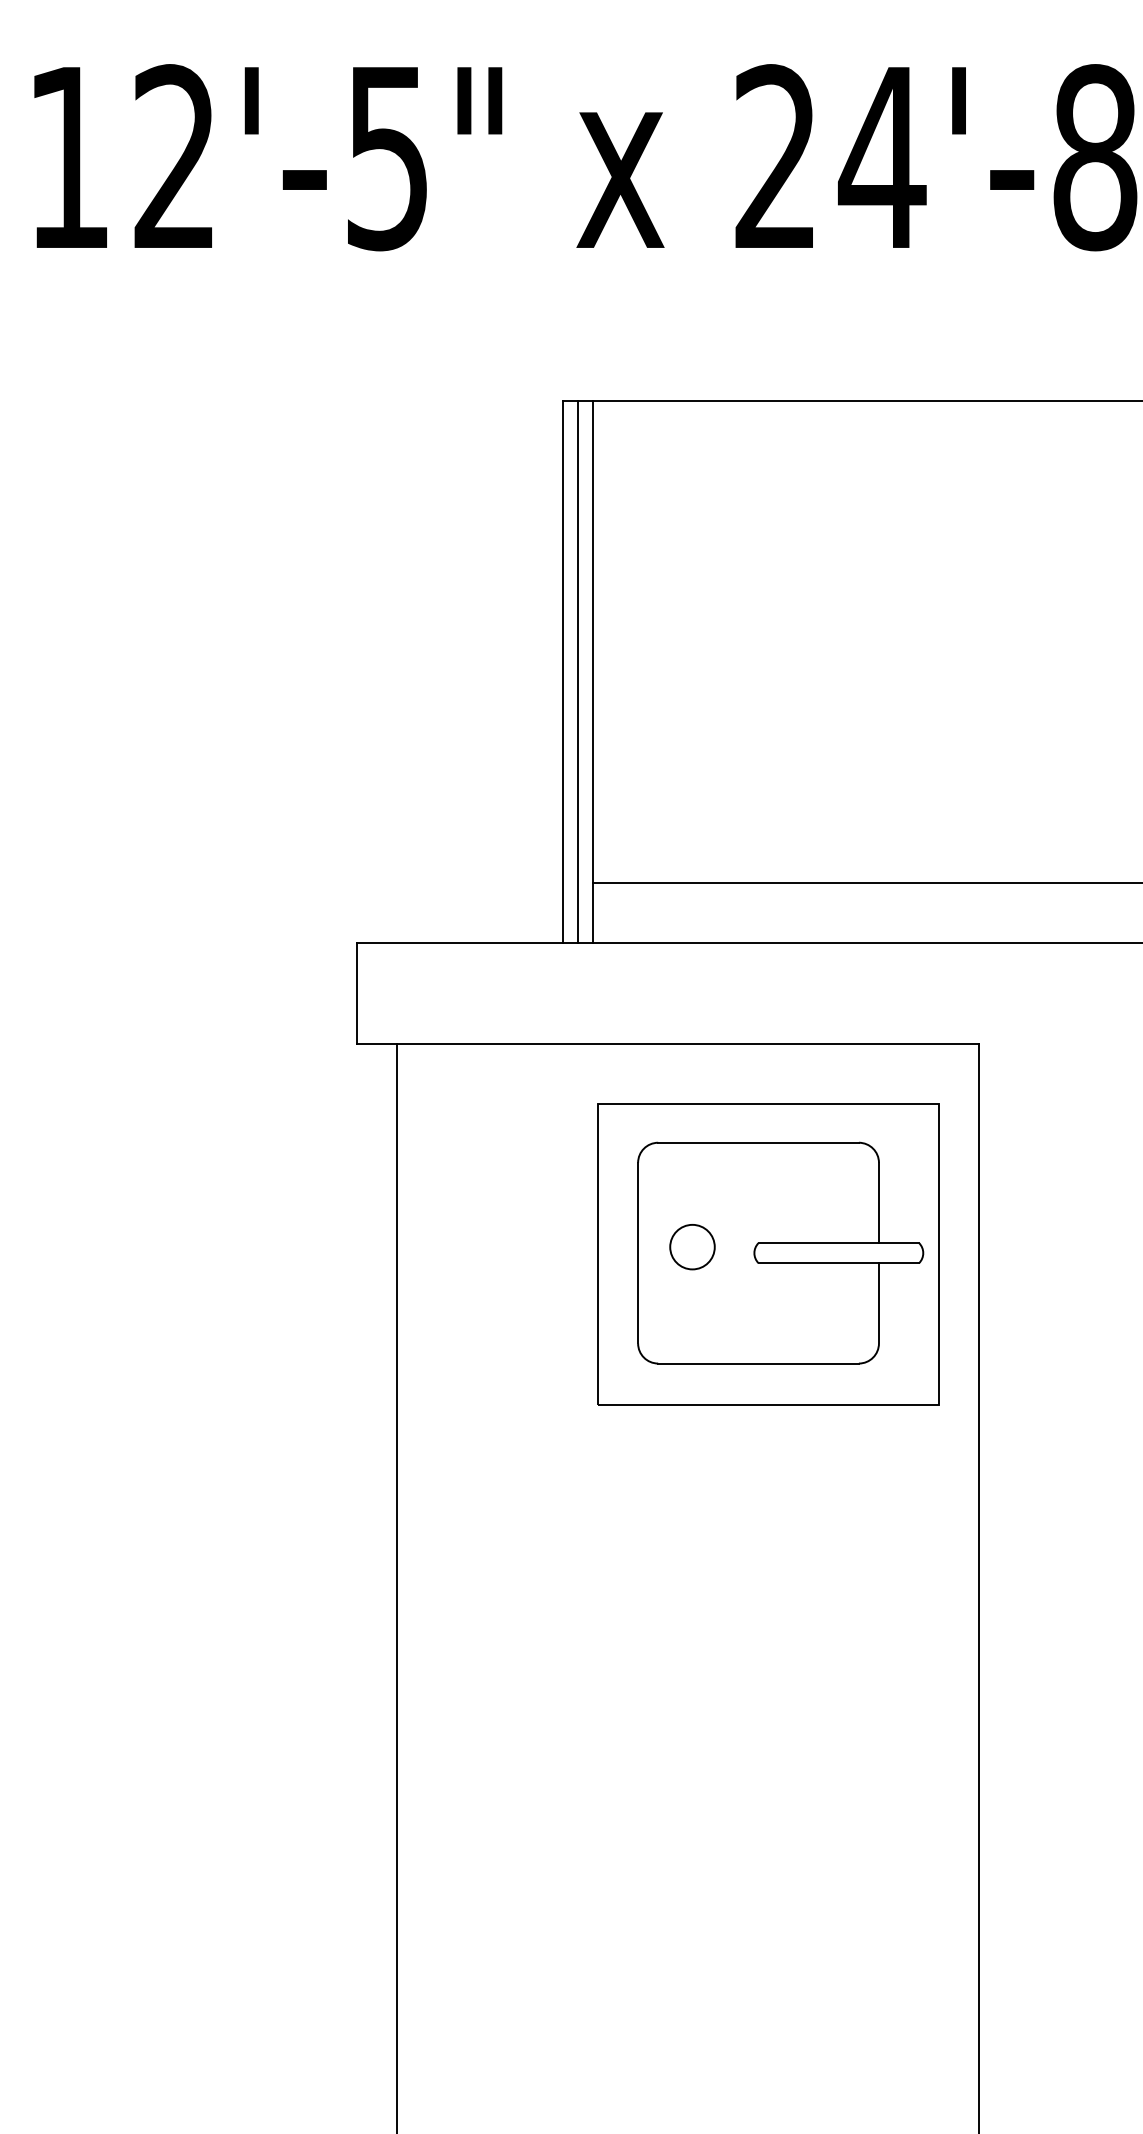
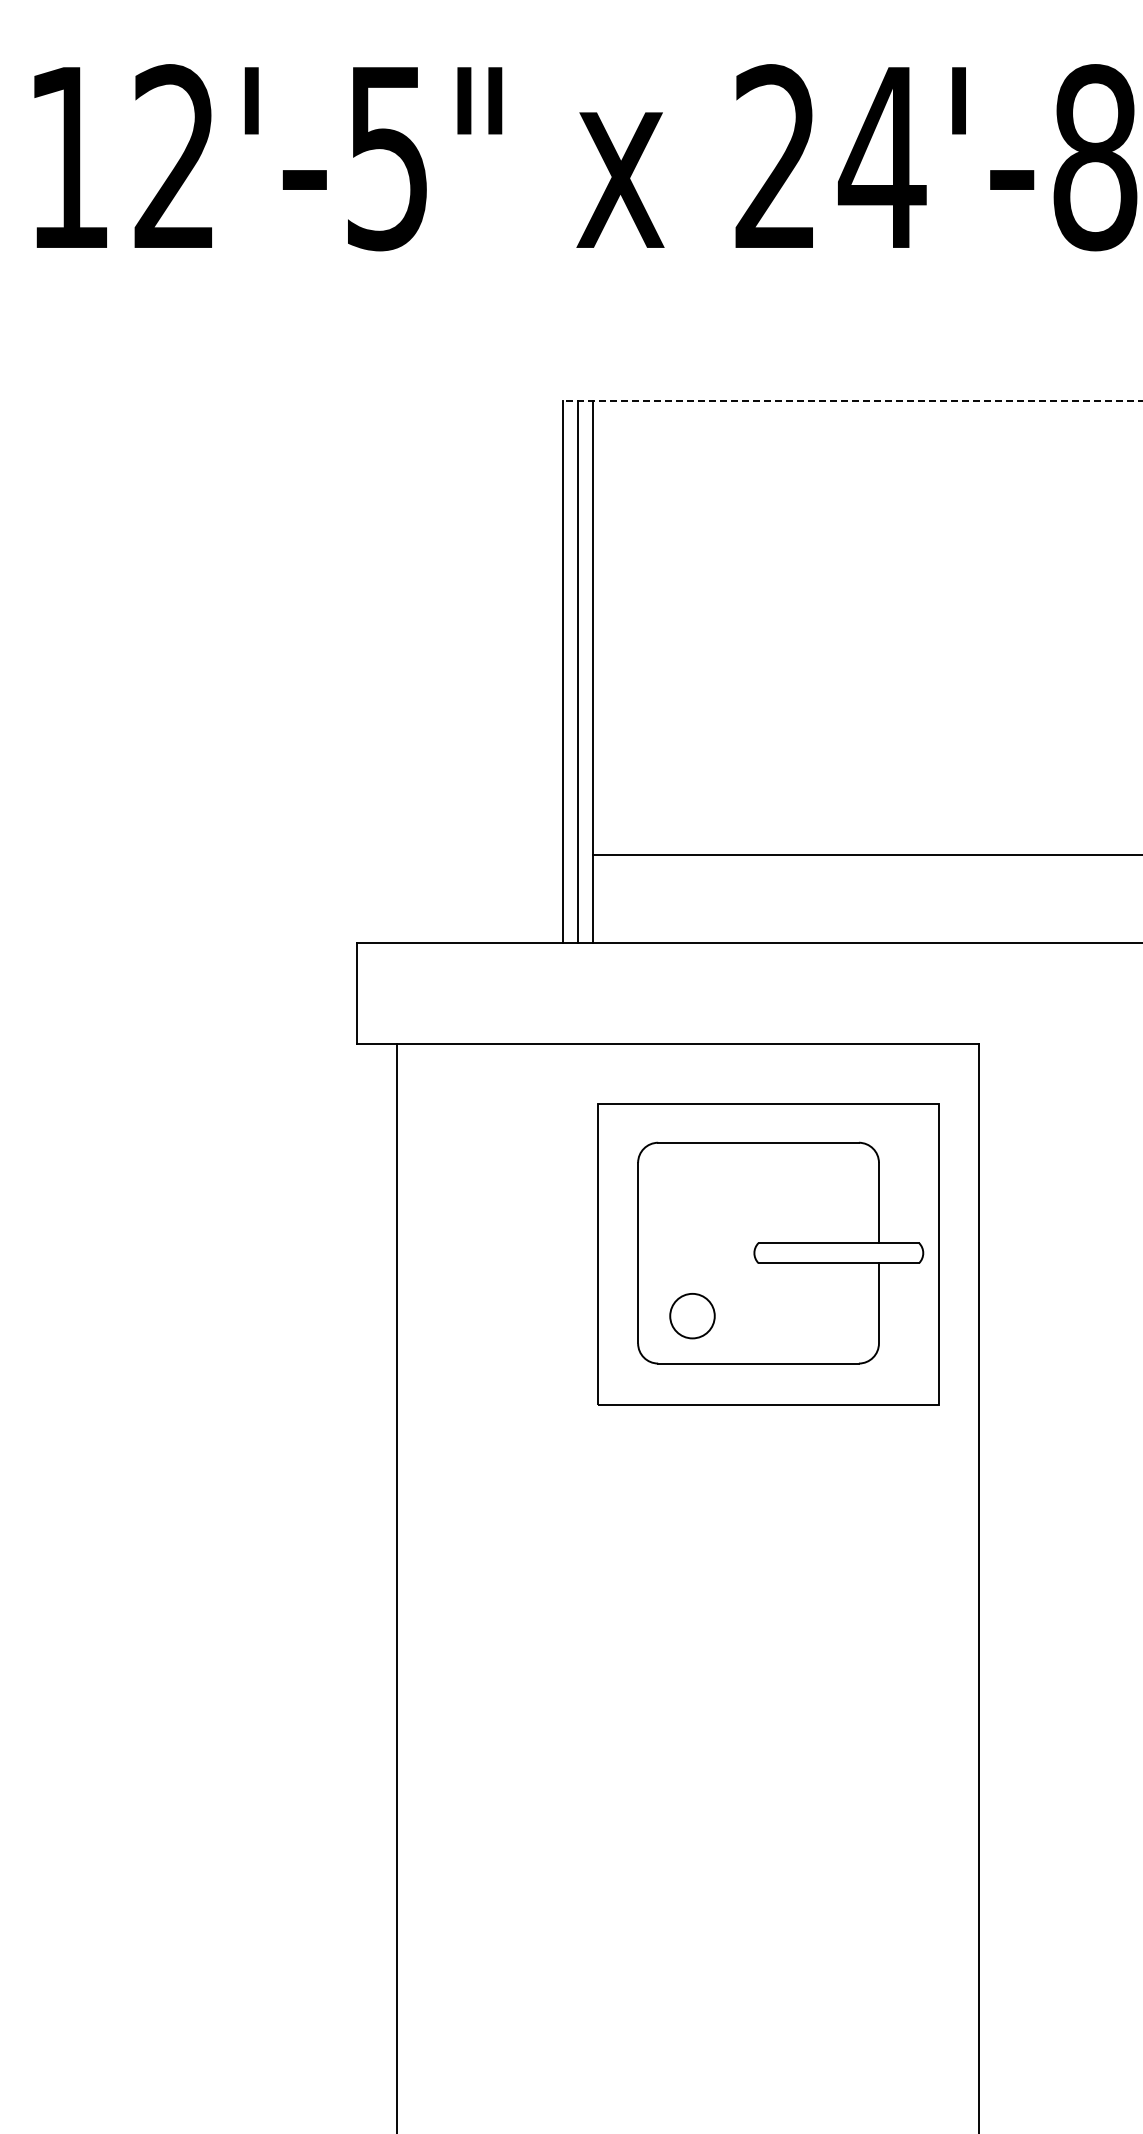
line at (852, 401): solid -> dashed
line at (865, 883) position: (865, 883) -> (865, 855)
circle at (692, 1247) position: (692, 1247) -> (692, 1316)
